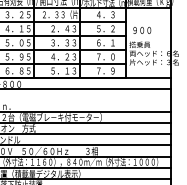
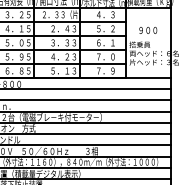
text at (142, 30) position: (142, 30) -> (148, 30)
line at (86, 100): none -> present
